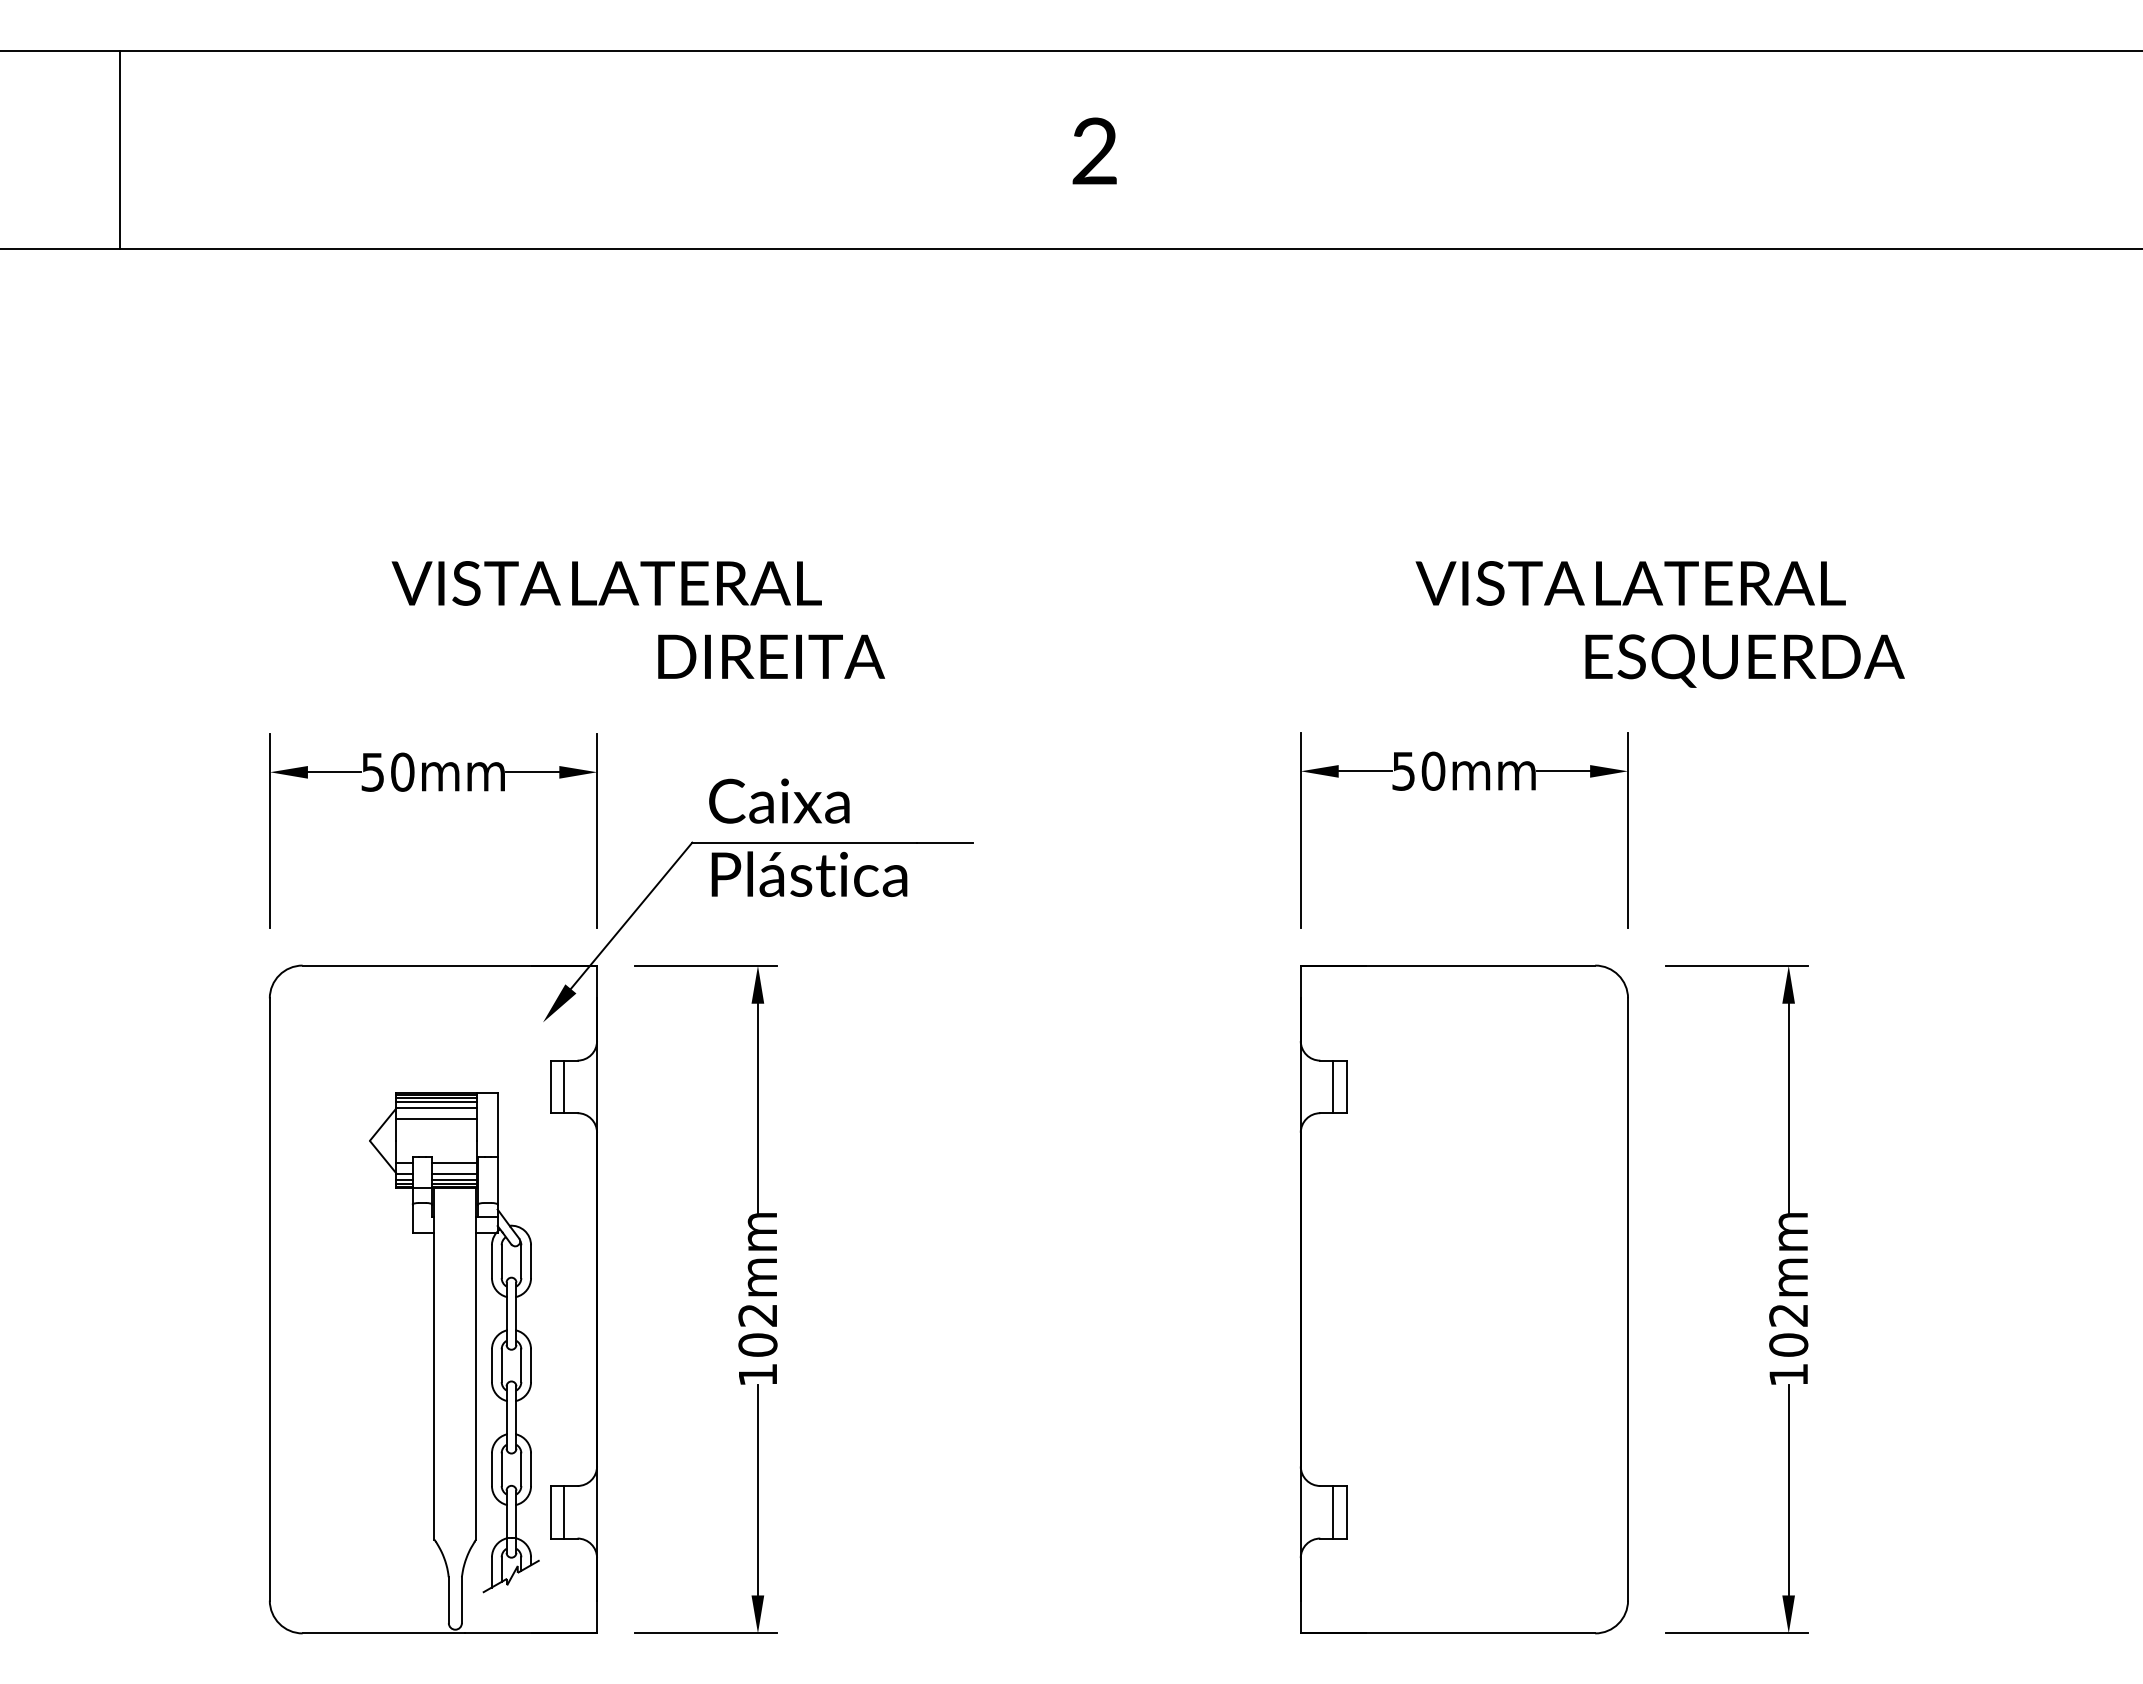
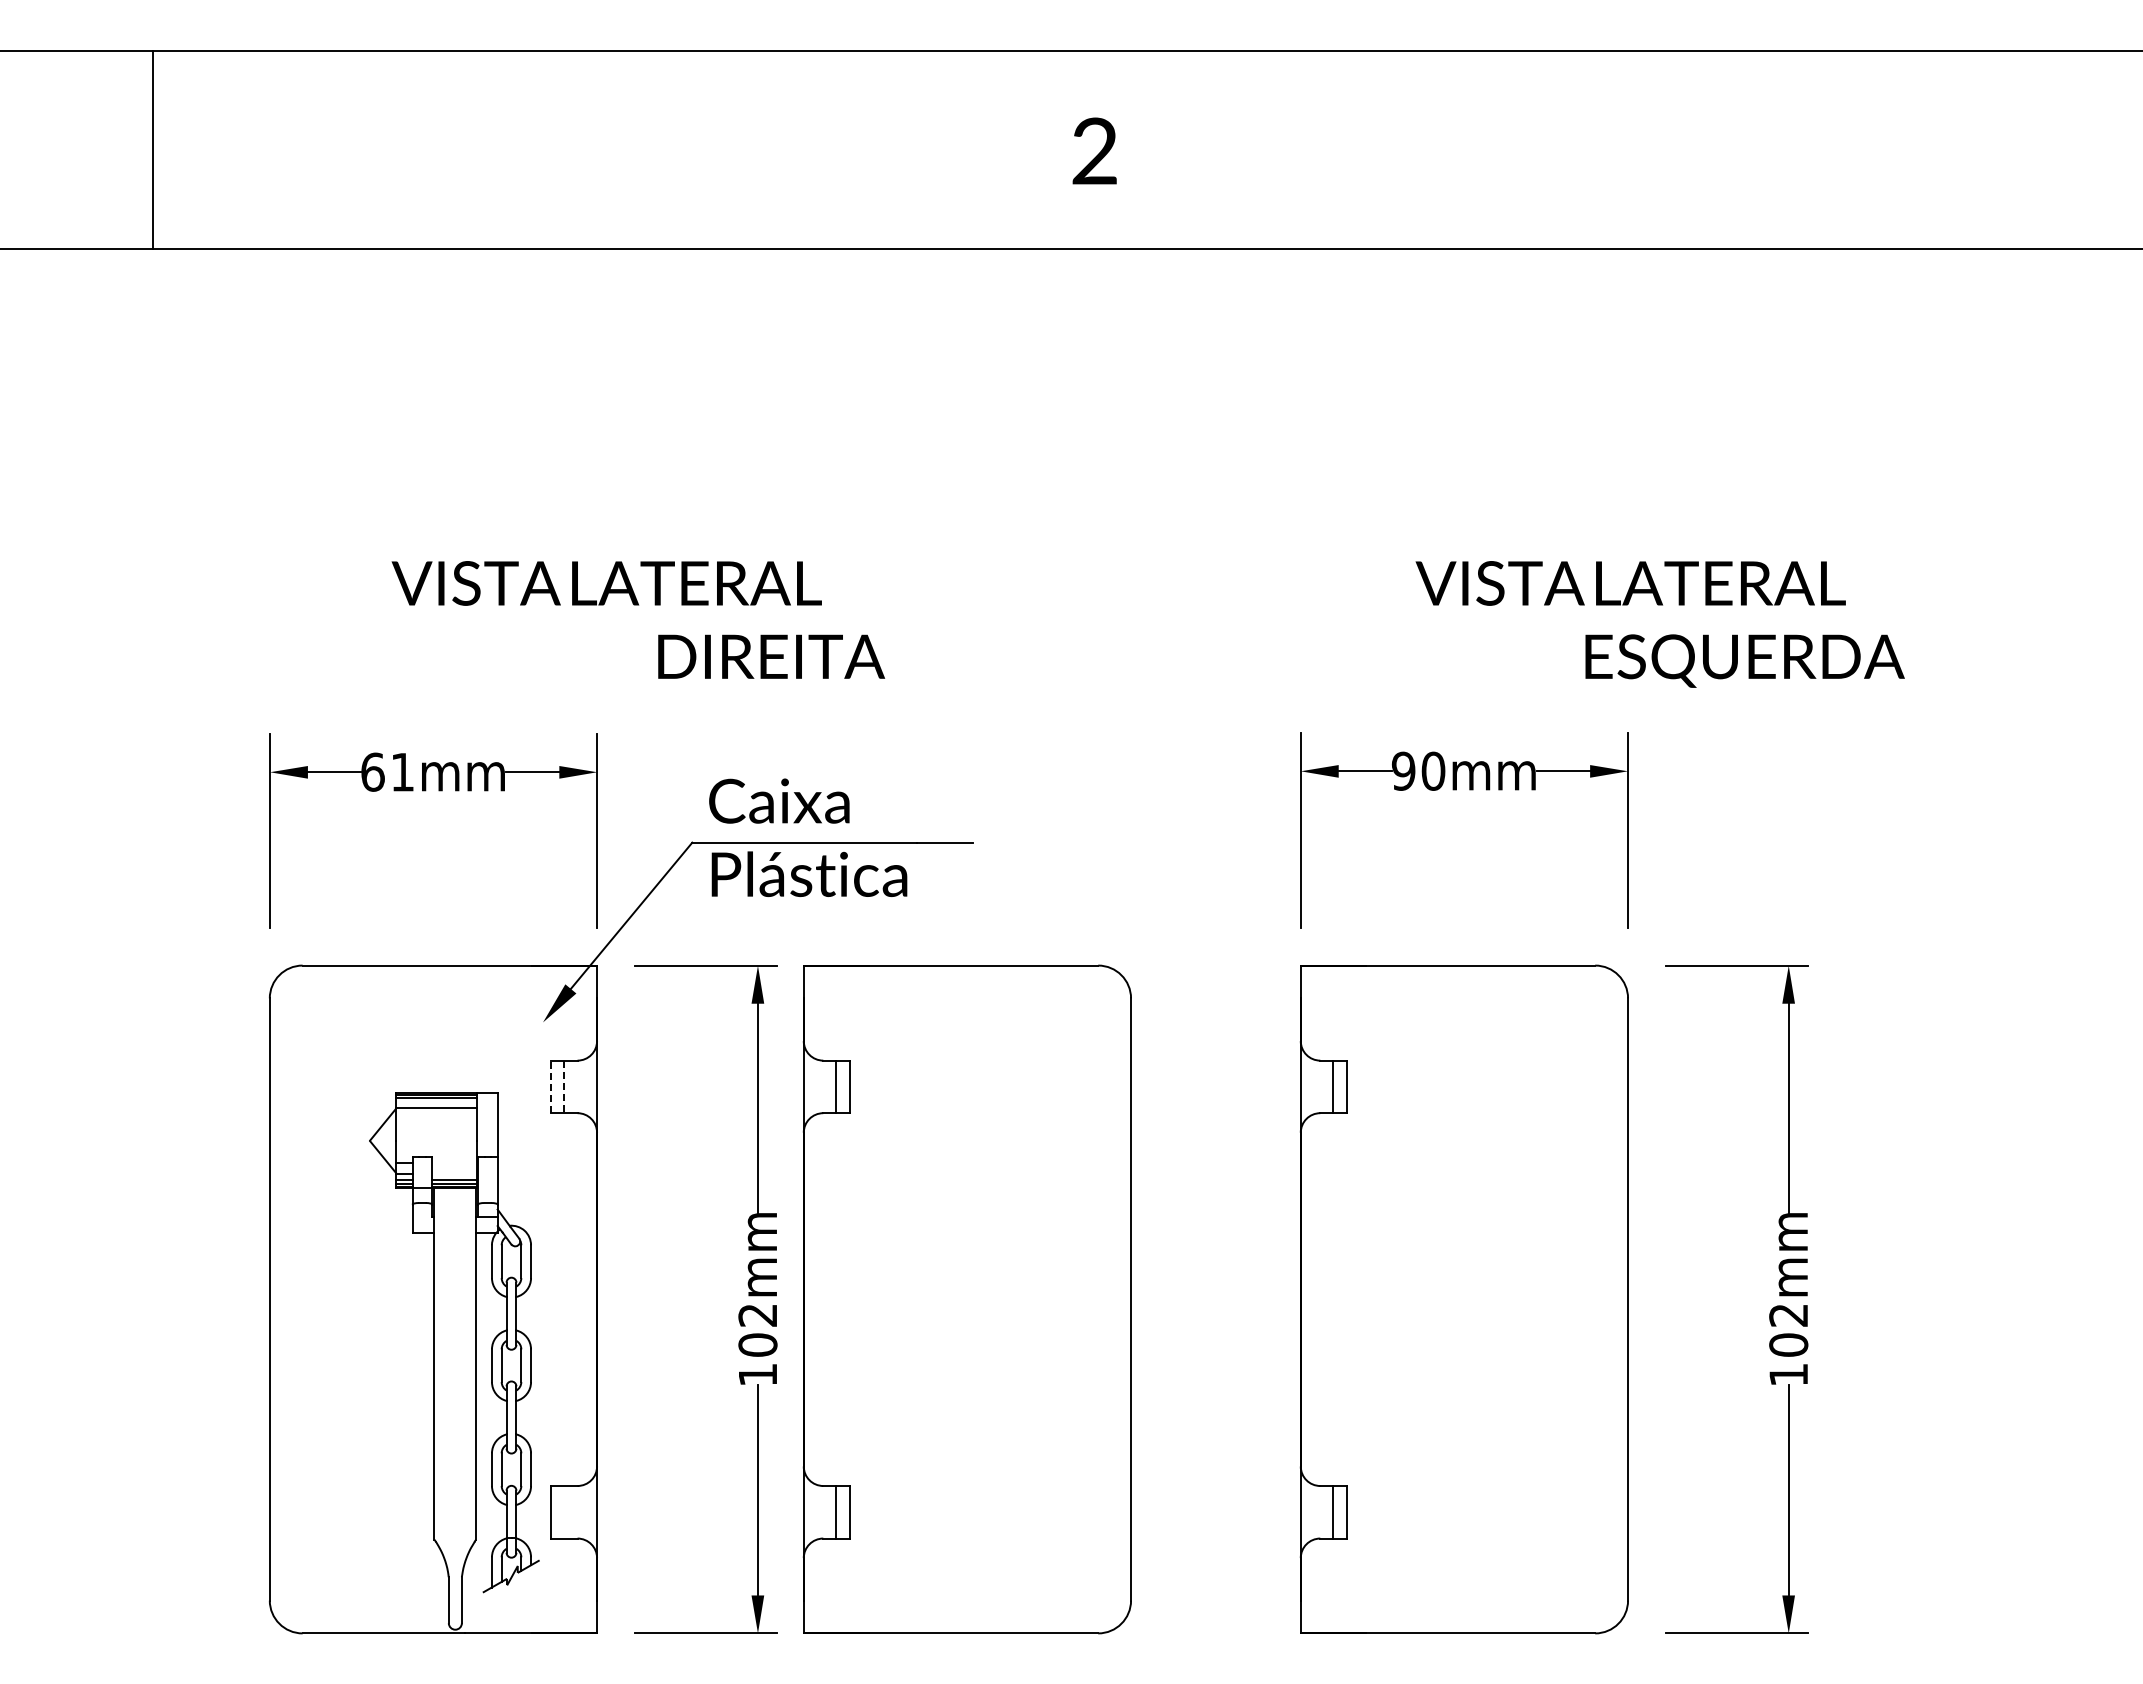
line at (119, 149) position: (119, 149) -> (152, 149)
text at (1403, 770): 50mm -> 90mm
text at (387, 771): 50mm -> 61mm
line at (551, 1086): solid -> dashed
line at (564, 1087): solid -> dashed
line at (436, 1101): present -> none
line at (436, 1119): present -> none
line at (454, 1162): present -> none
line at (454, 1173): present -> none
part at (966, 1299): none -> present
line at (564, 1512): present -> none
